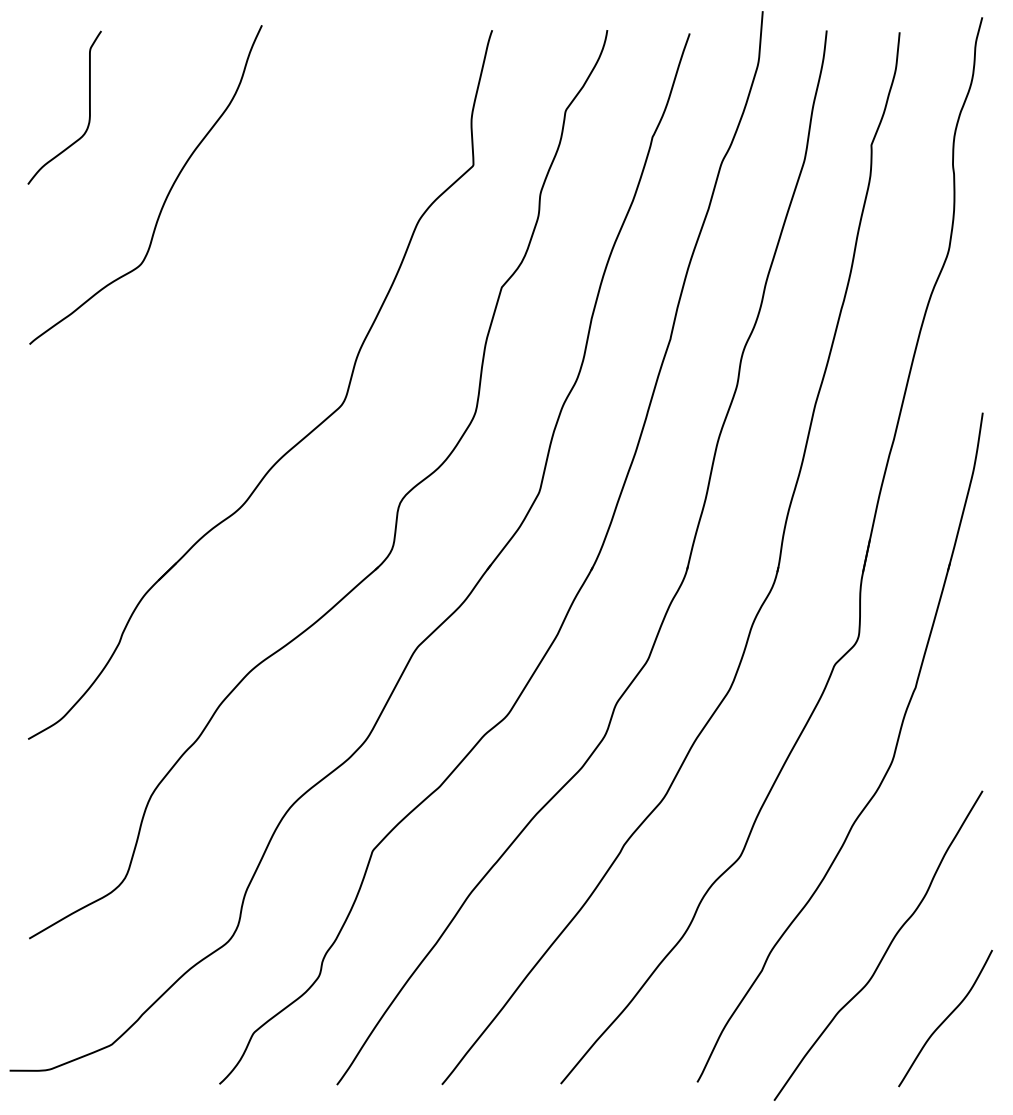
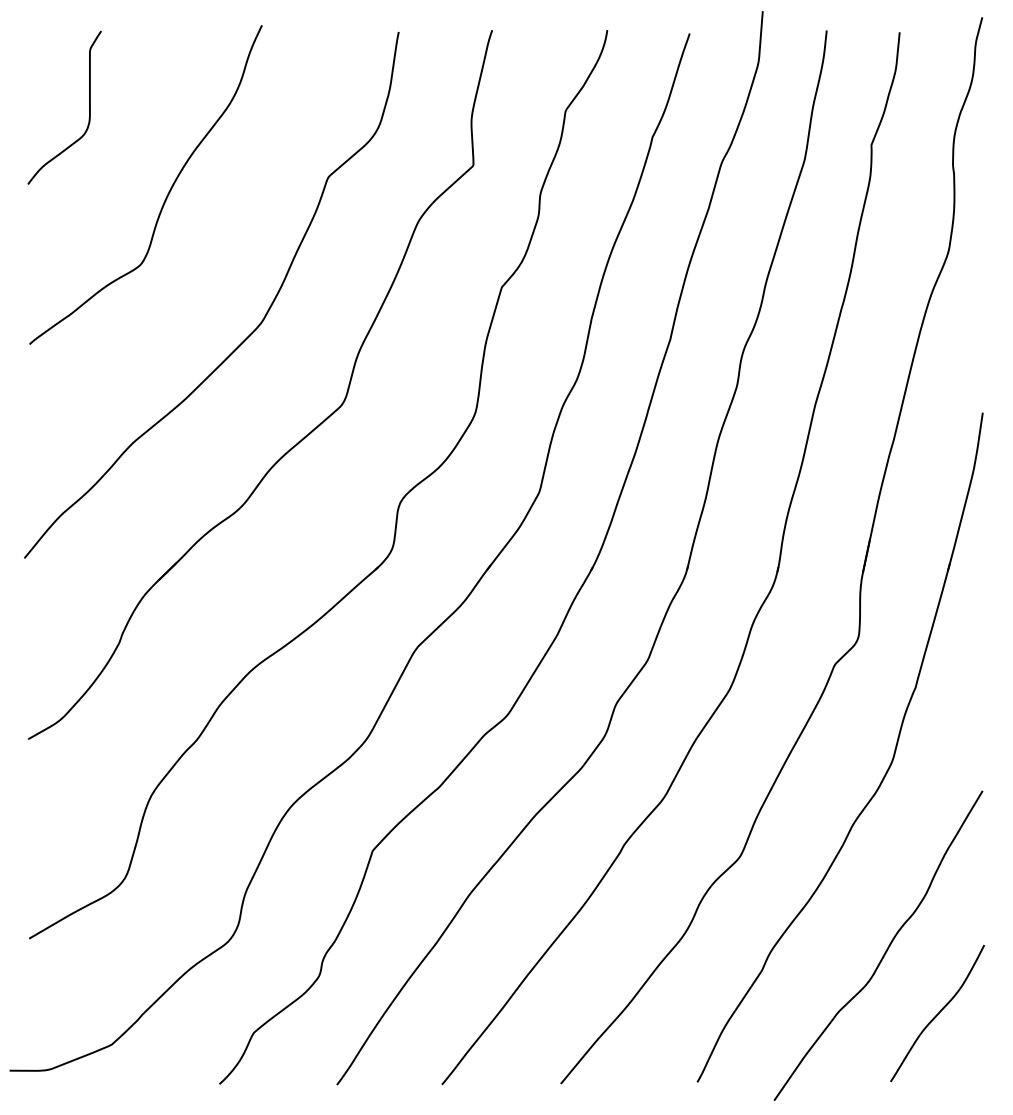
curve at (250, 333): none -> present
curve at (945, 1018) position: (945, 1018) -> (937, 1013)
